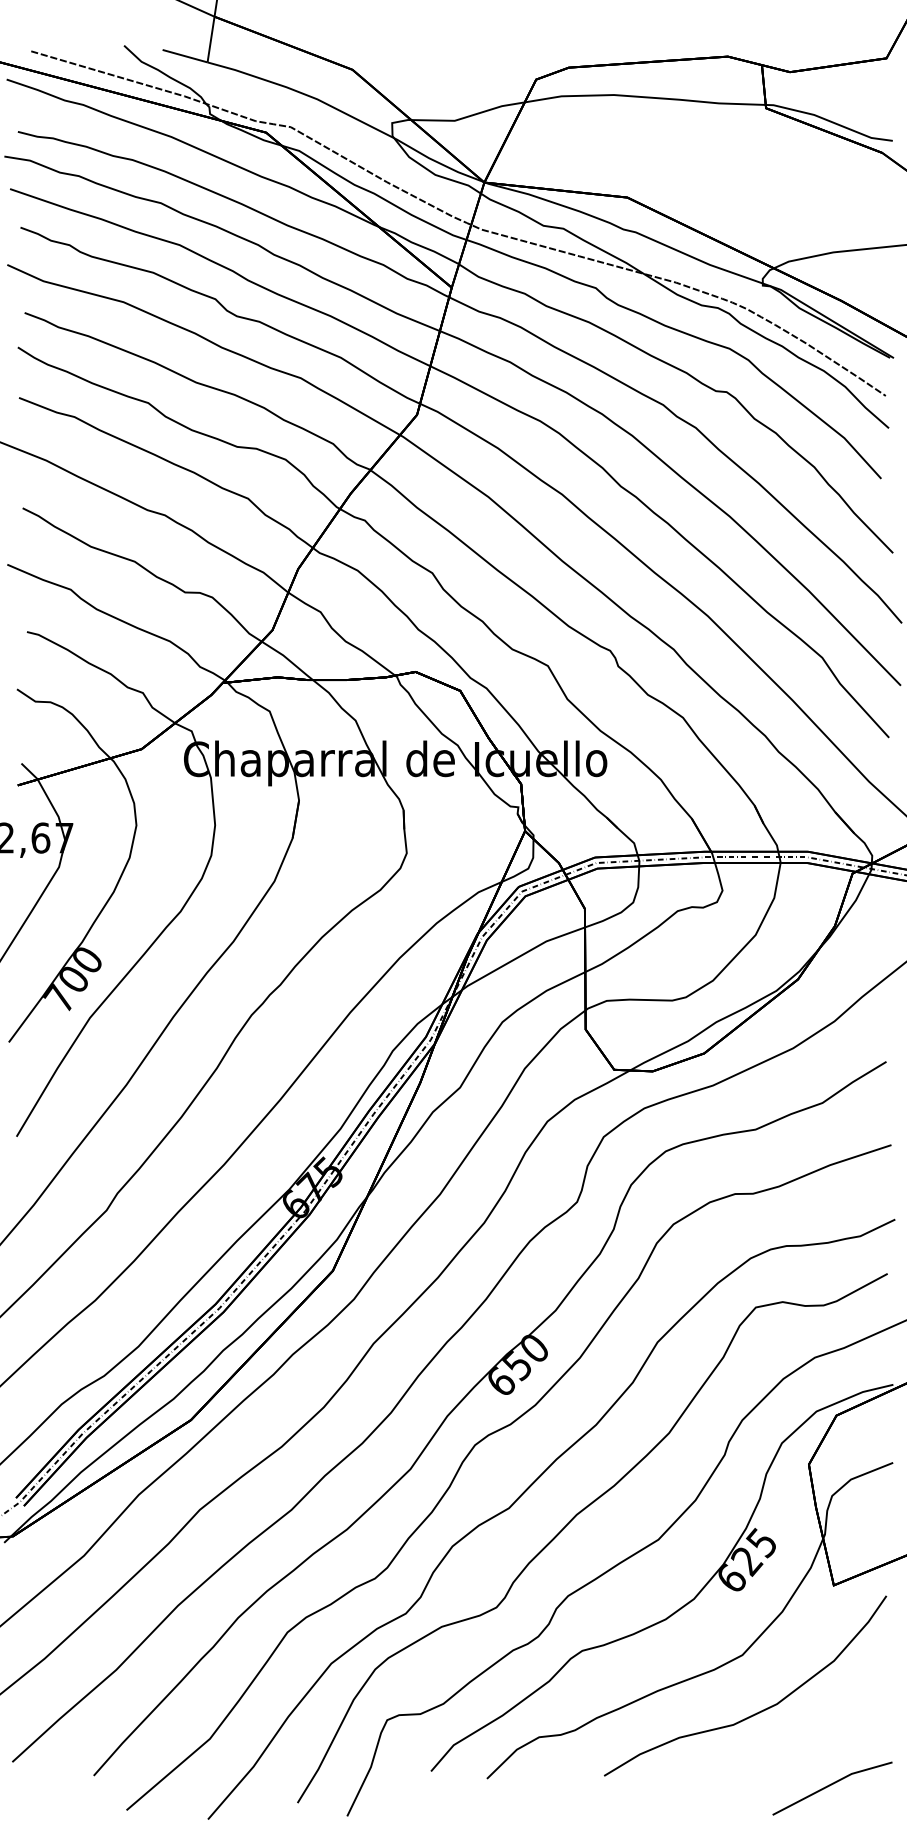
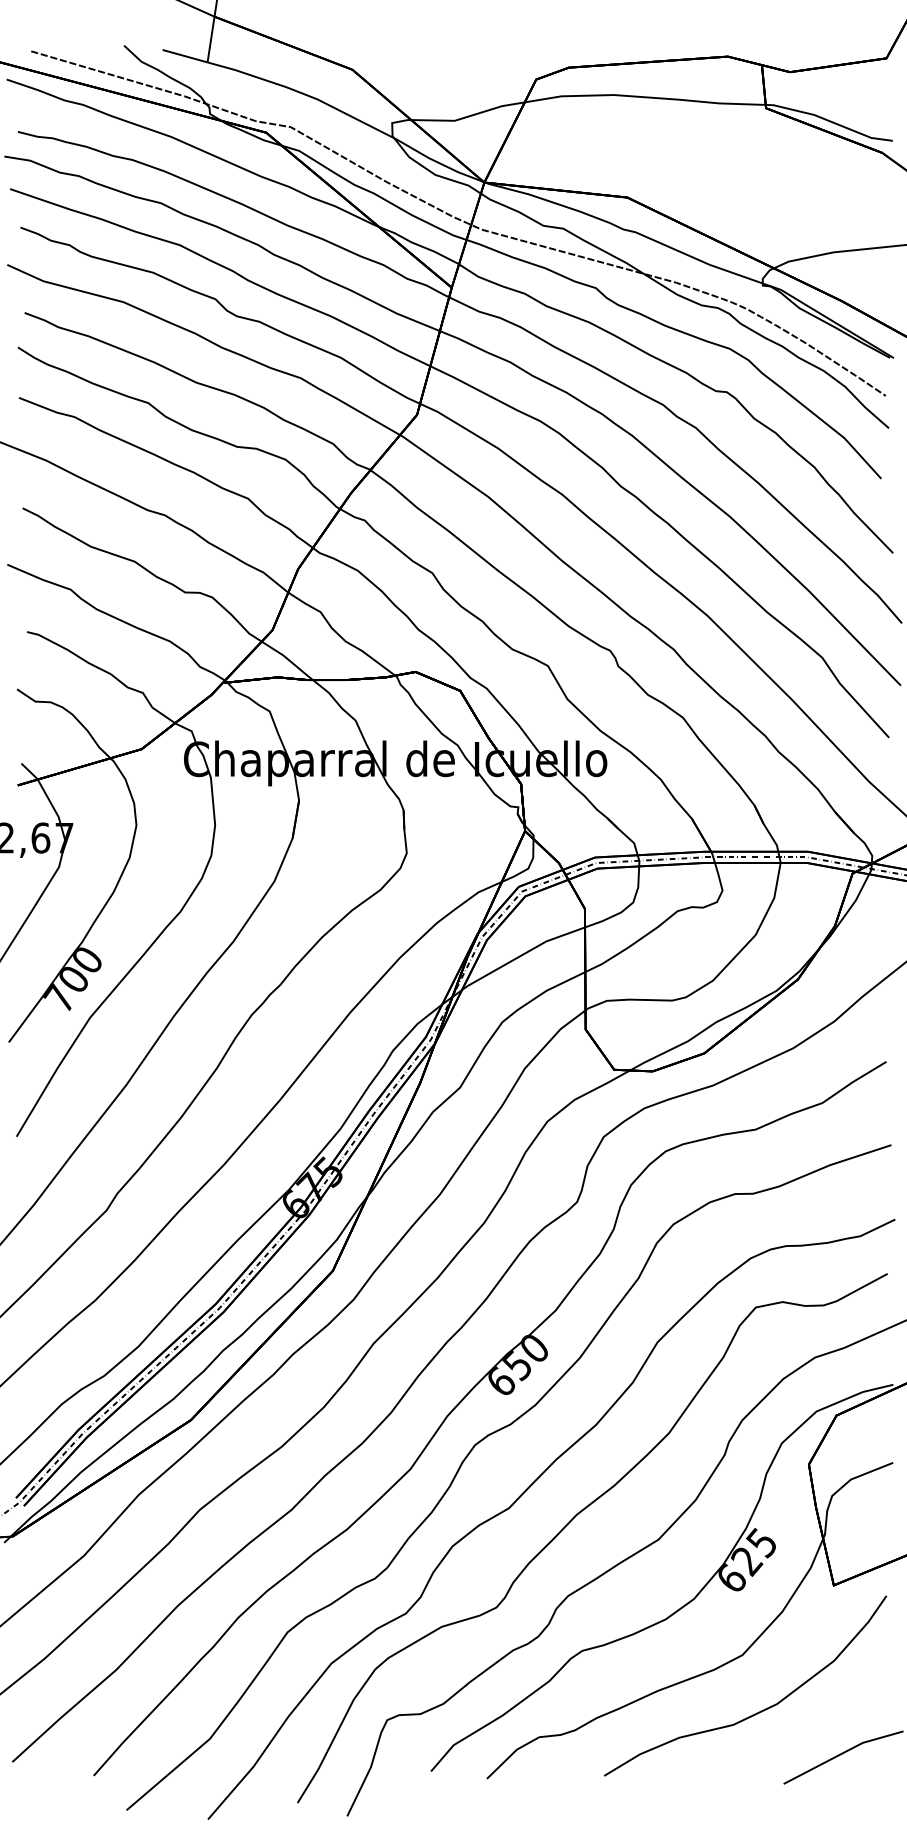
line at (831, 1785) position: (831, 1785) -> (842, 1754)
